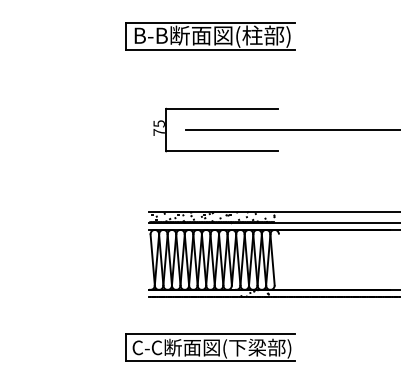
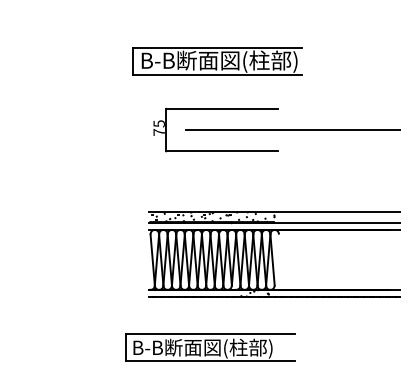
part at (210, 36) position: (210, 36) -> (217, 61)
text at (211, 348): C-C断面図(下梁部) -> B-B断面図(柱部)
